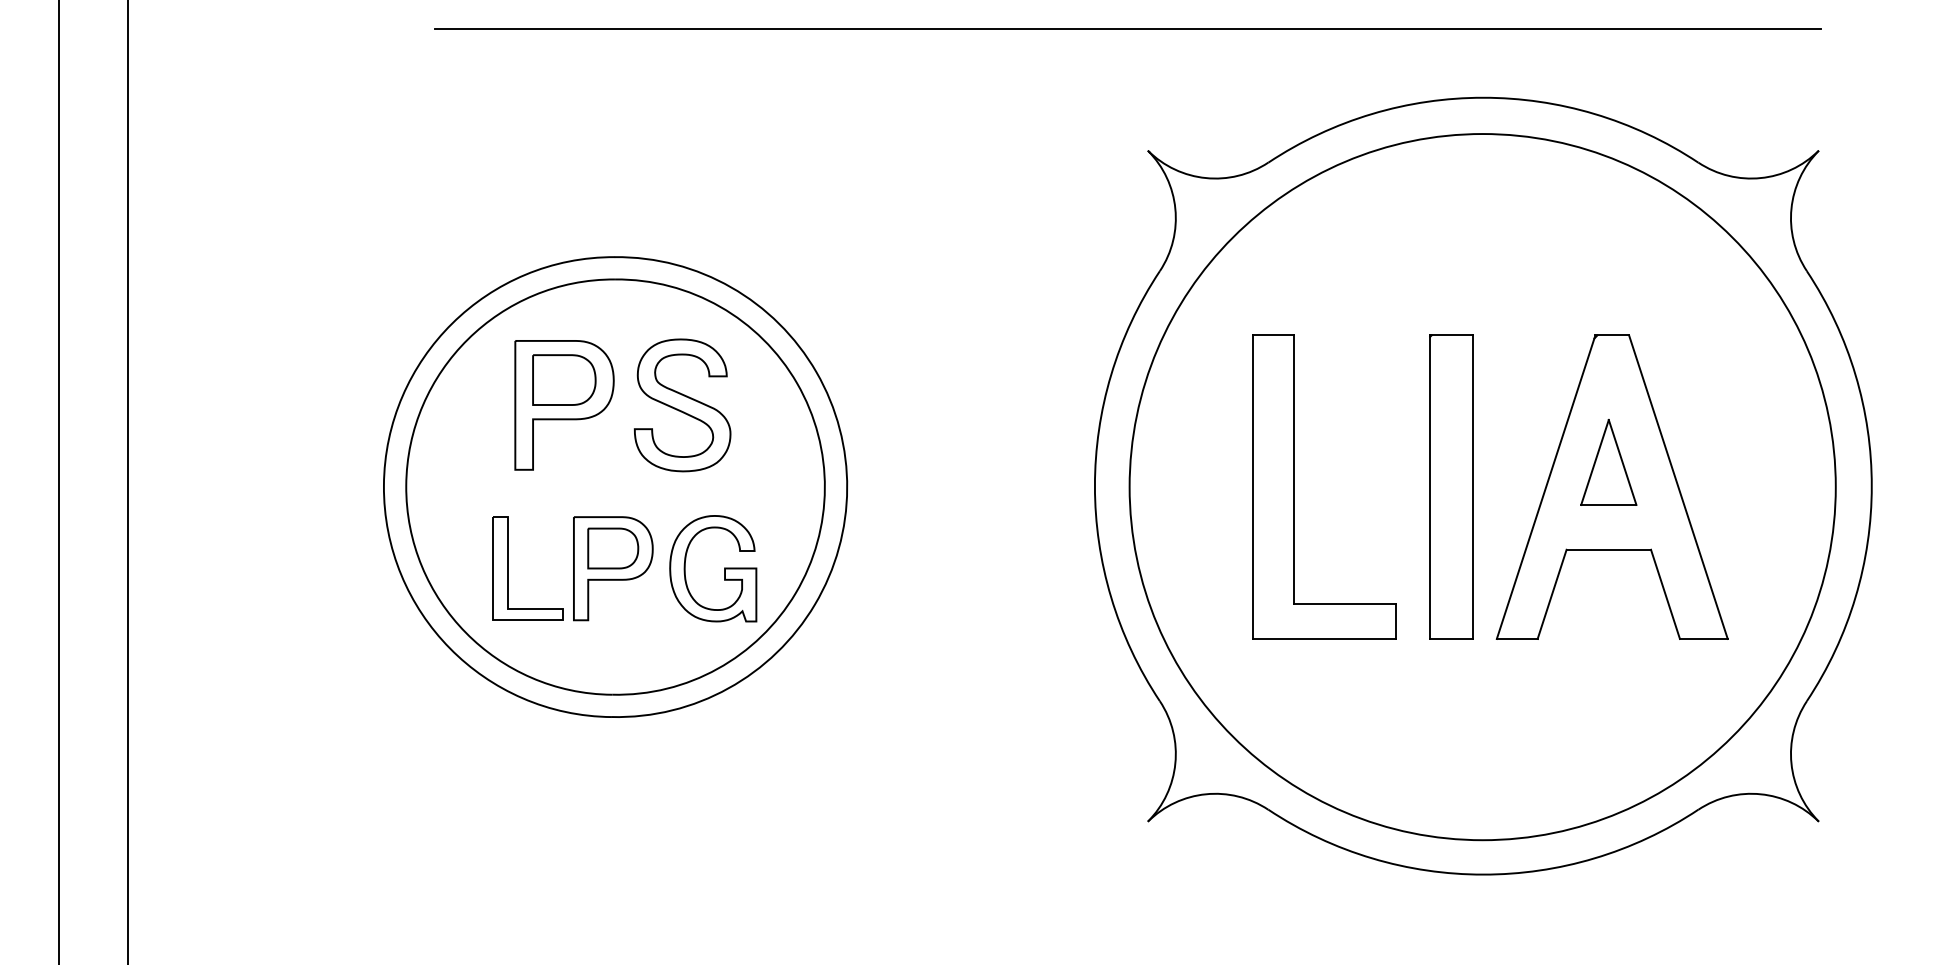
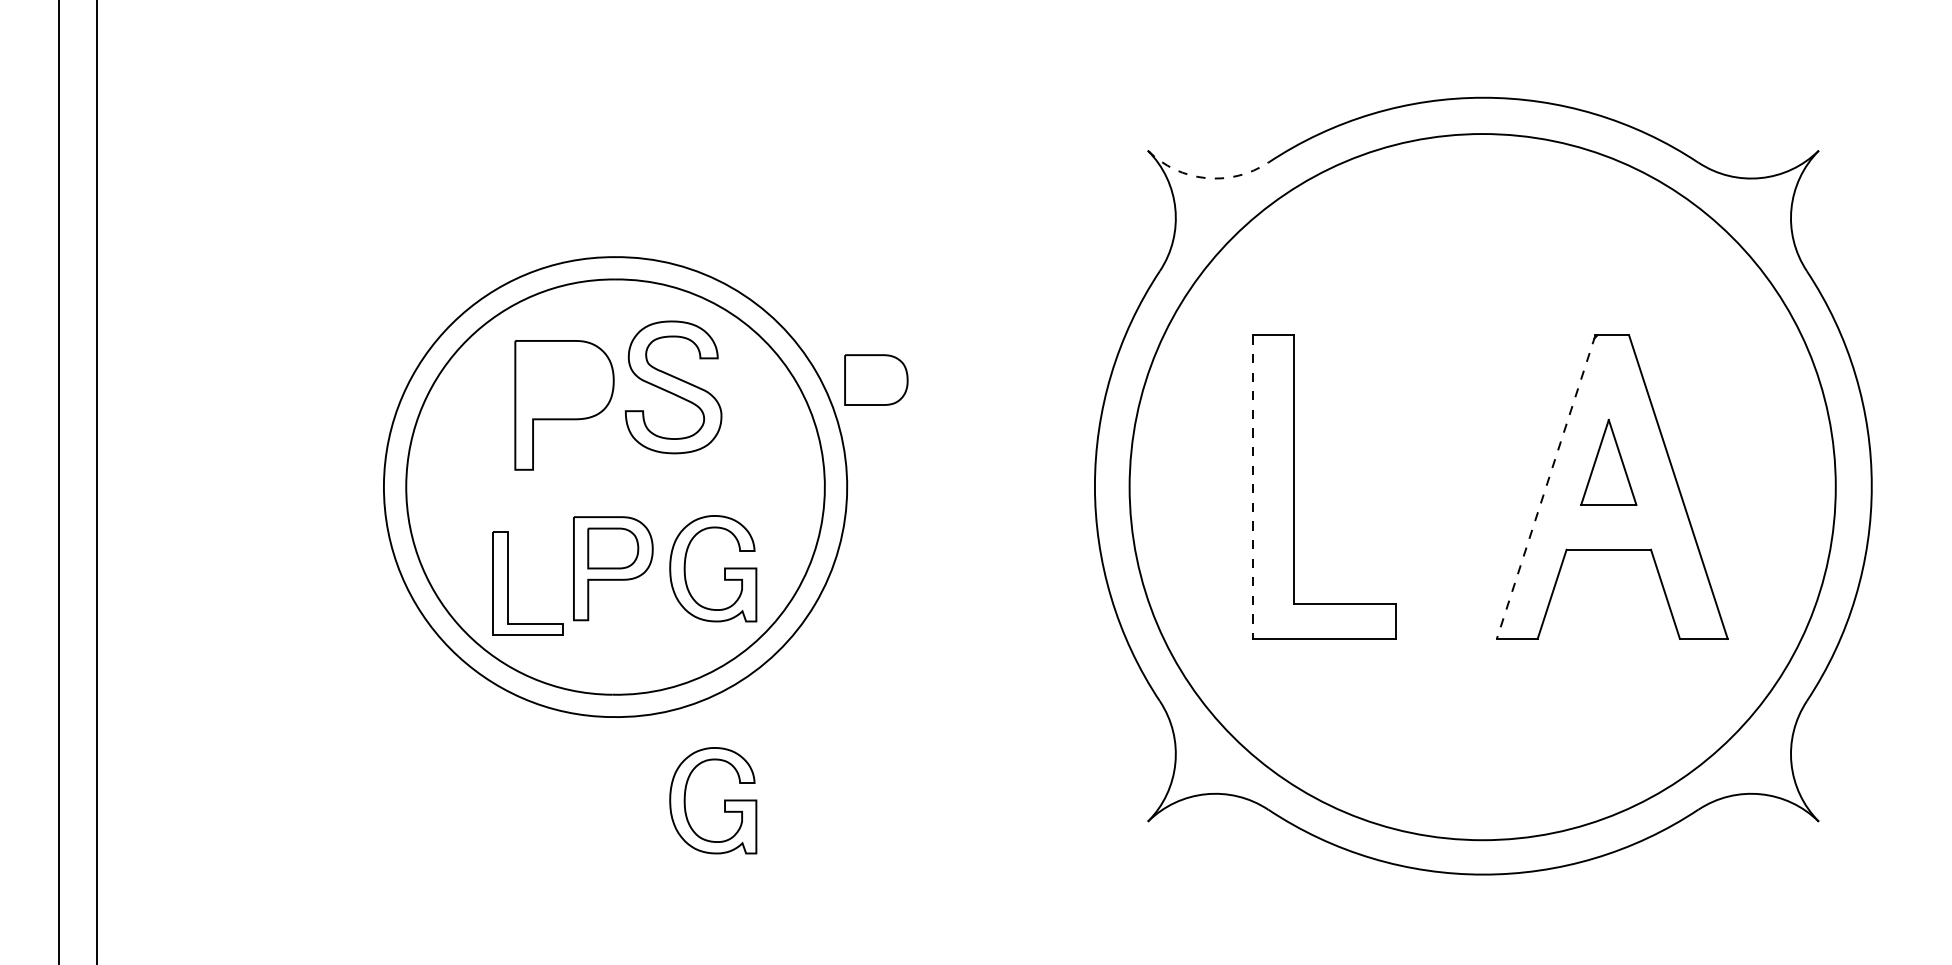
line at (1127, 29): present -> none
arc at (1205, 178): solid -> dashed
part at (564, 379) position: (564, 379) -> (876, 379)
part at (682, 405) position: (682, 405) -> (673, 387)
line at (128, 481) position: (128, 481) -> (97, 481)
part at (1451, 486): present -> none
line at (1253, 487): solid -> dashed
line at (1546, 487): solid -> dashed
part at (508, 568) position: (508, 568) -> (508, 583)
part at (724, 800): none -> present
